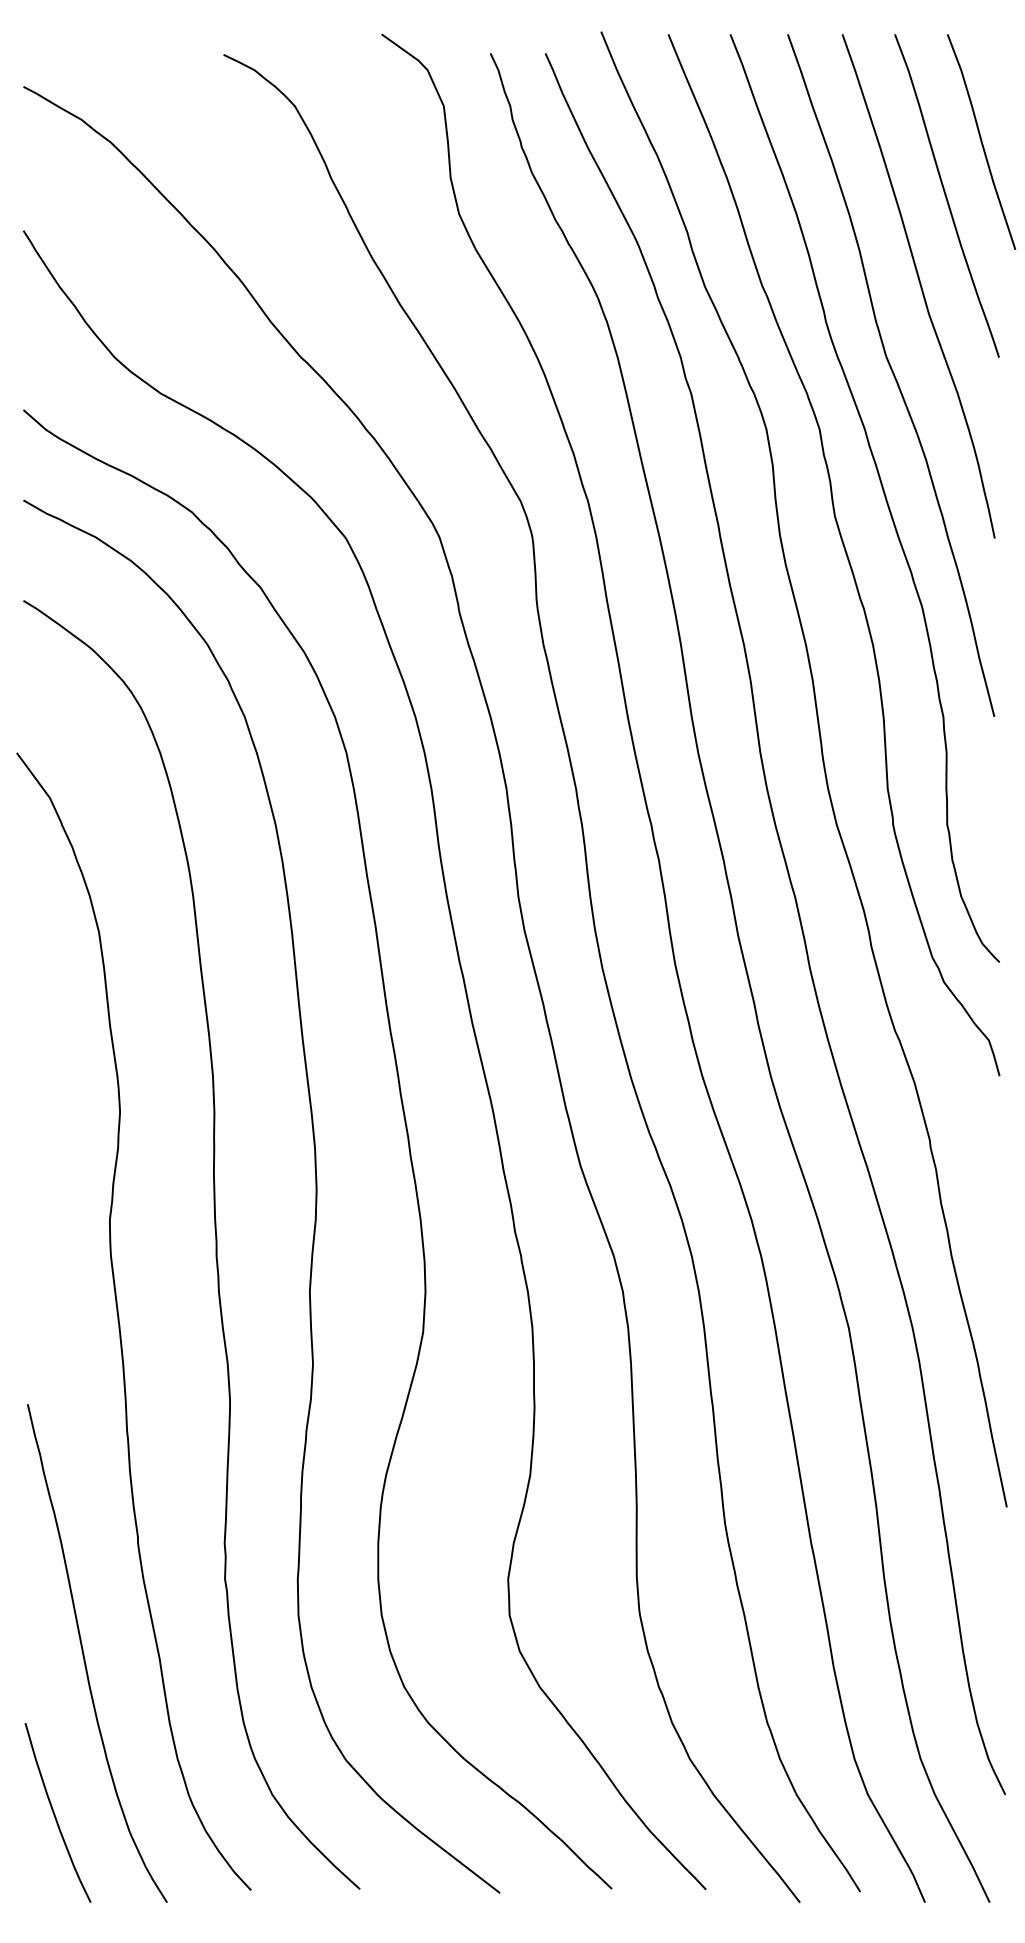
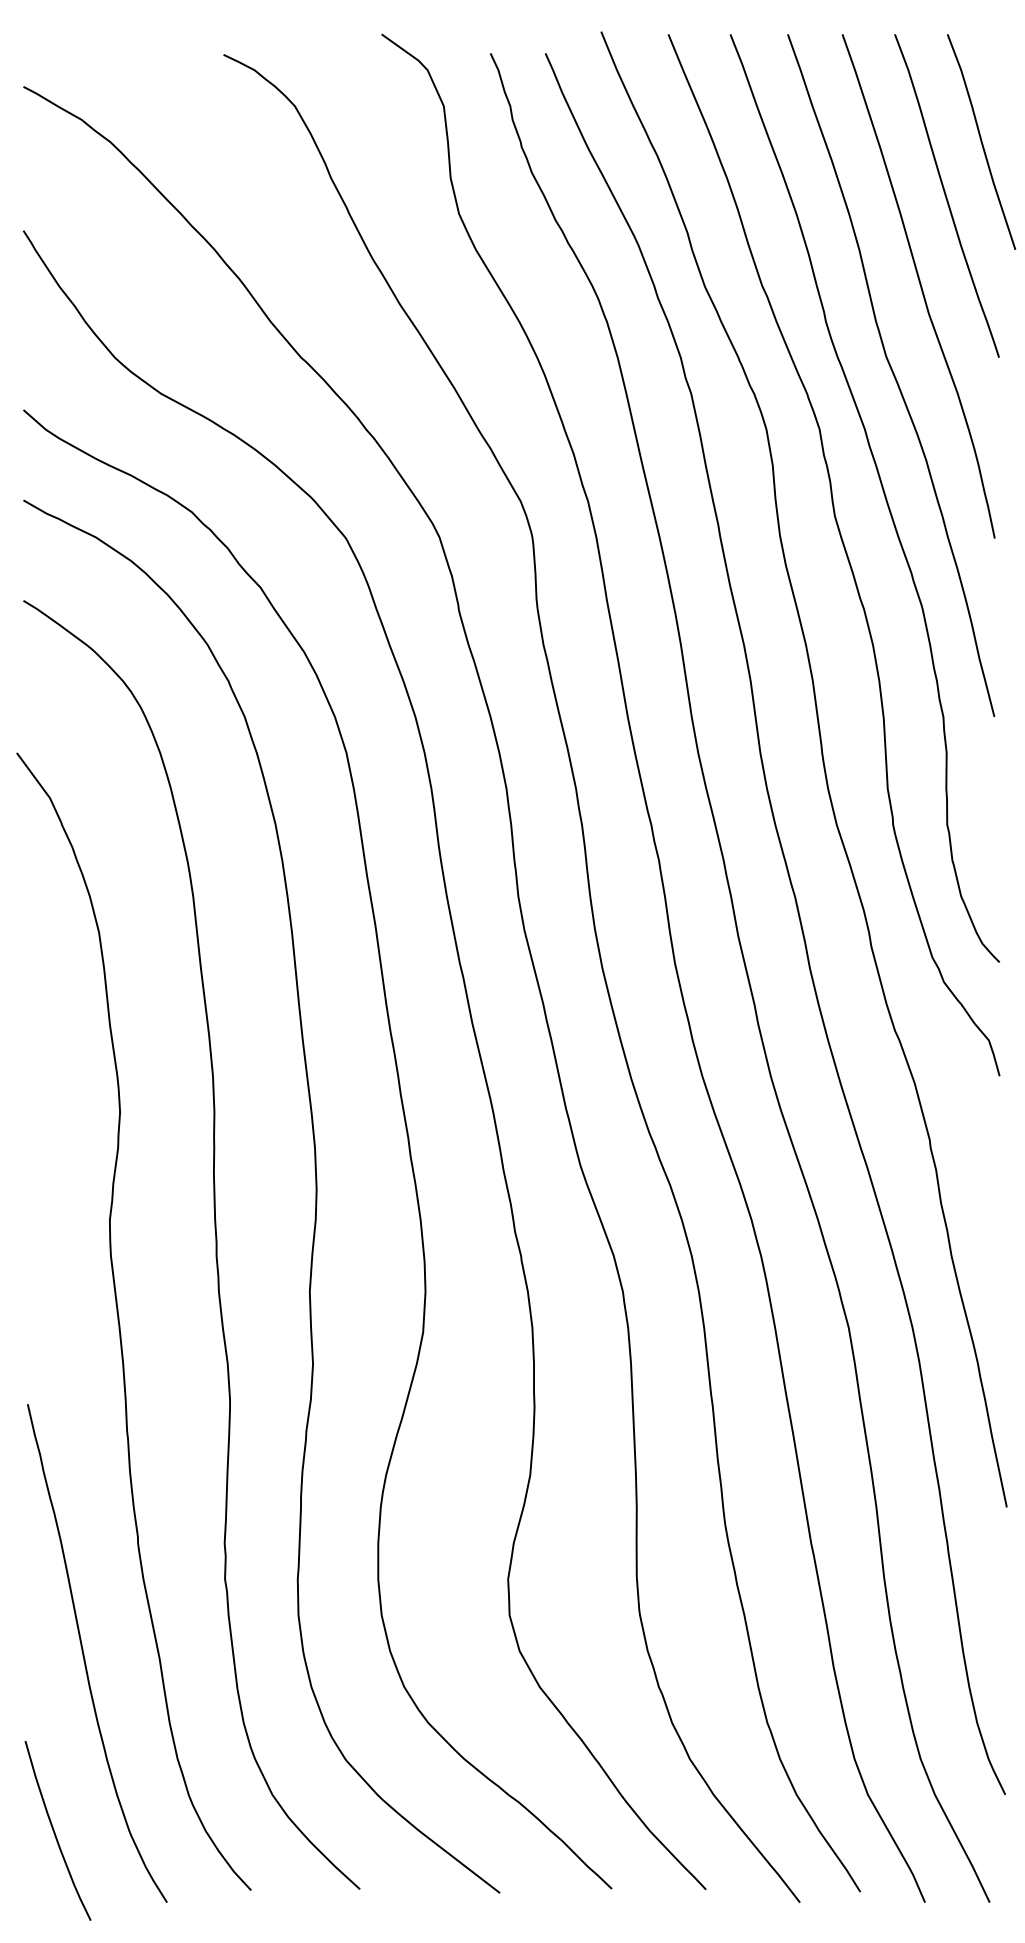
curve at (55, 1814) position: (55, 1814) -> (55, 1832)
